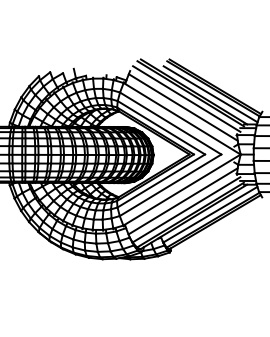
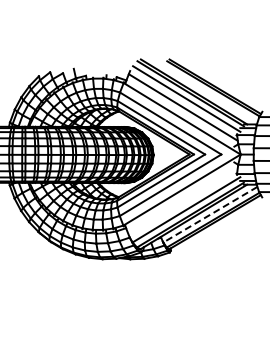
line at (210, 94): present -> none
line at (182, 201): present -> none
line at (210, 214): solid -> dashed
